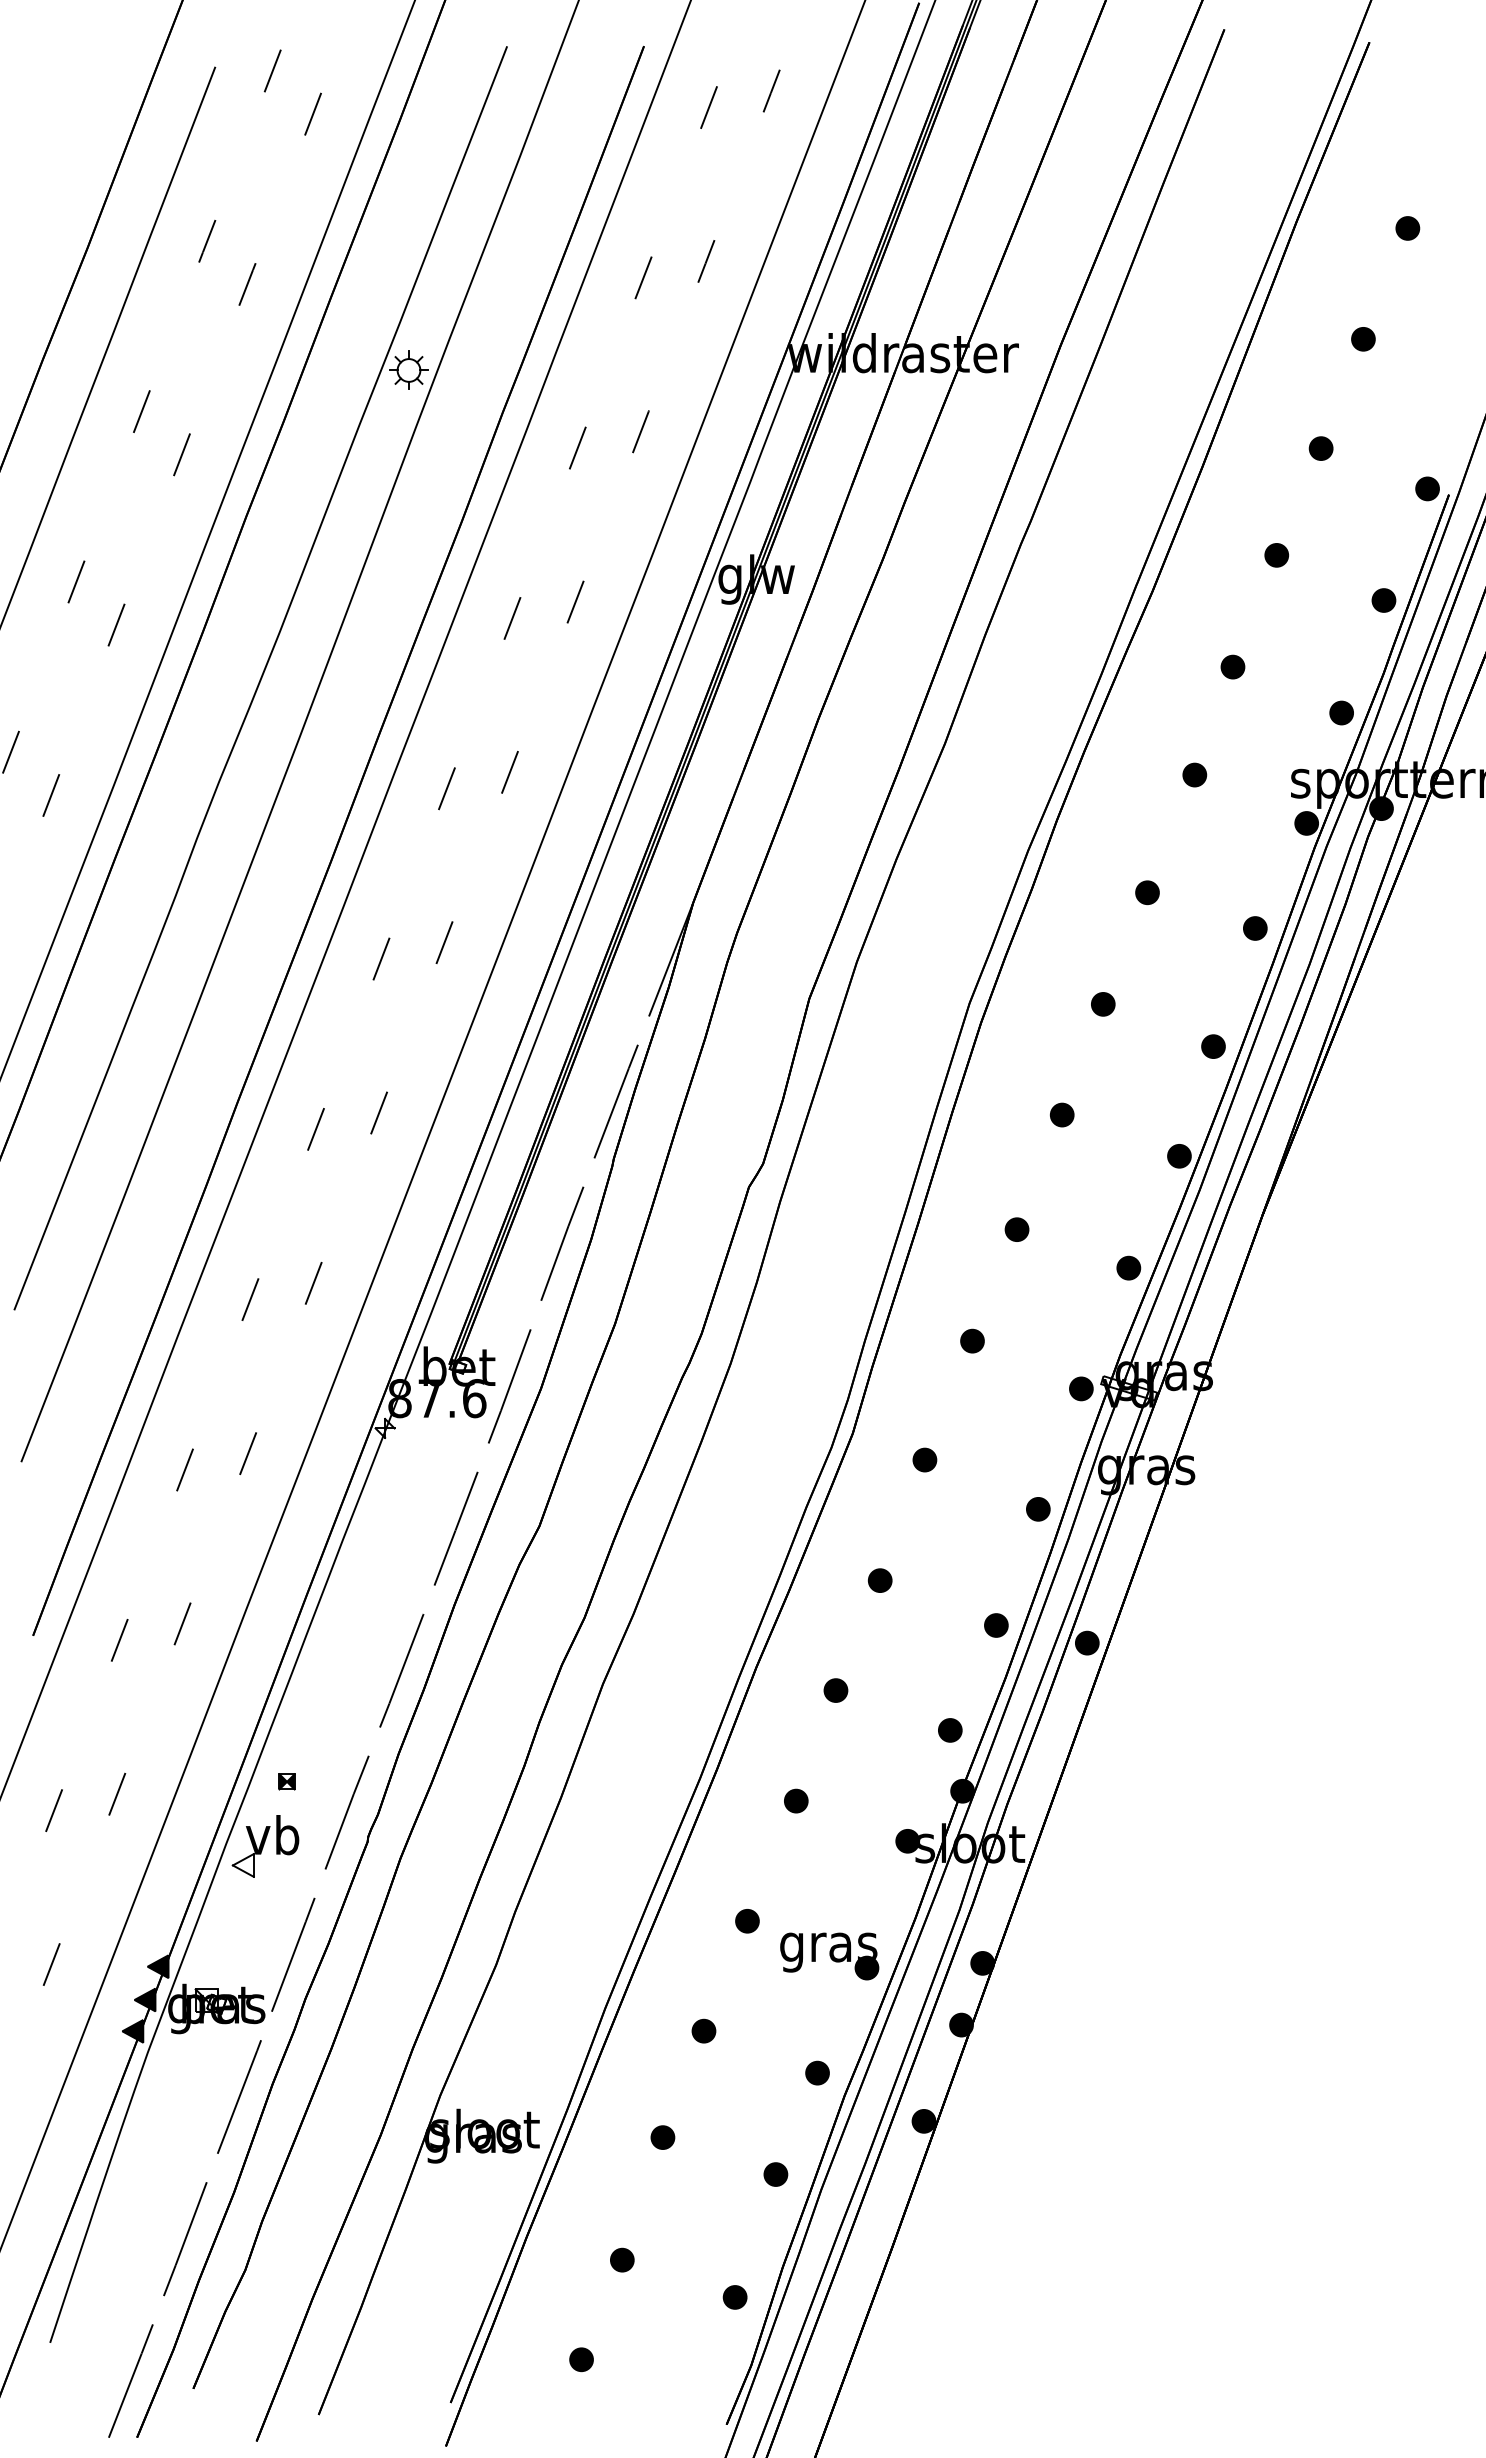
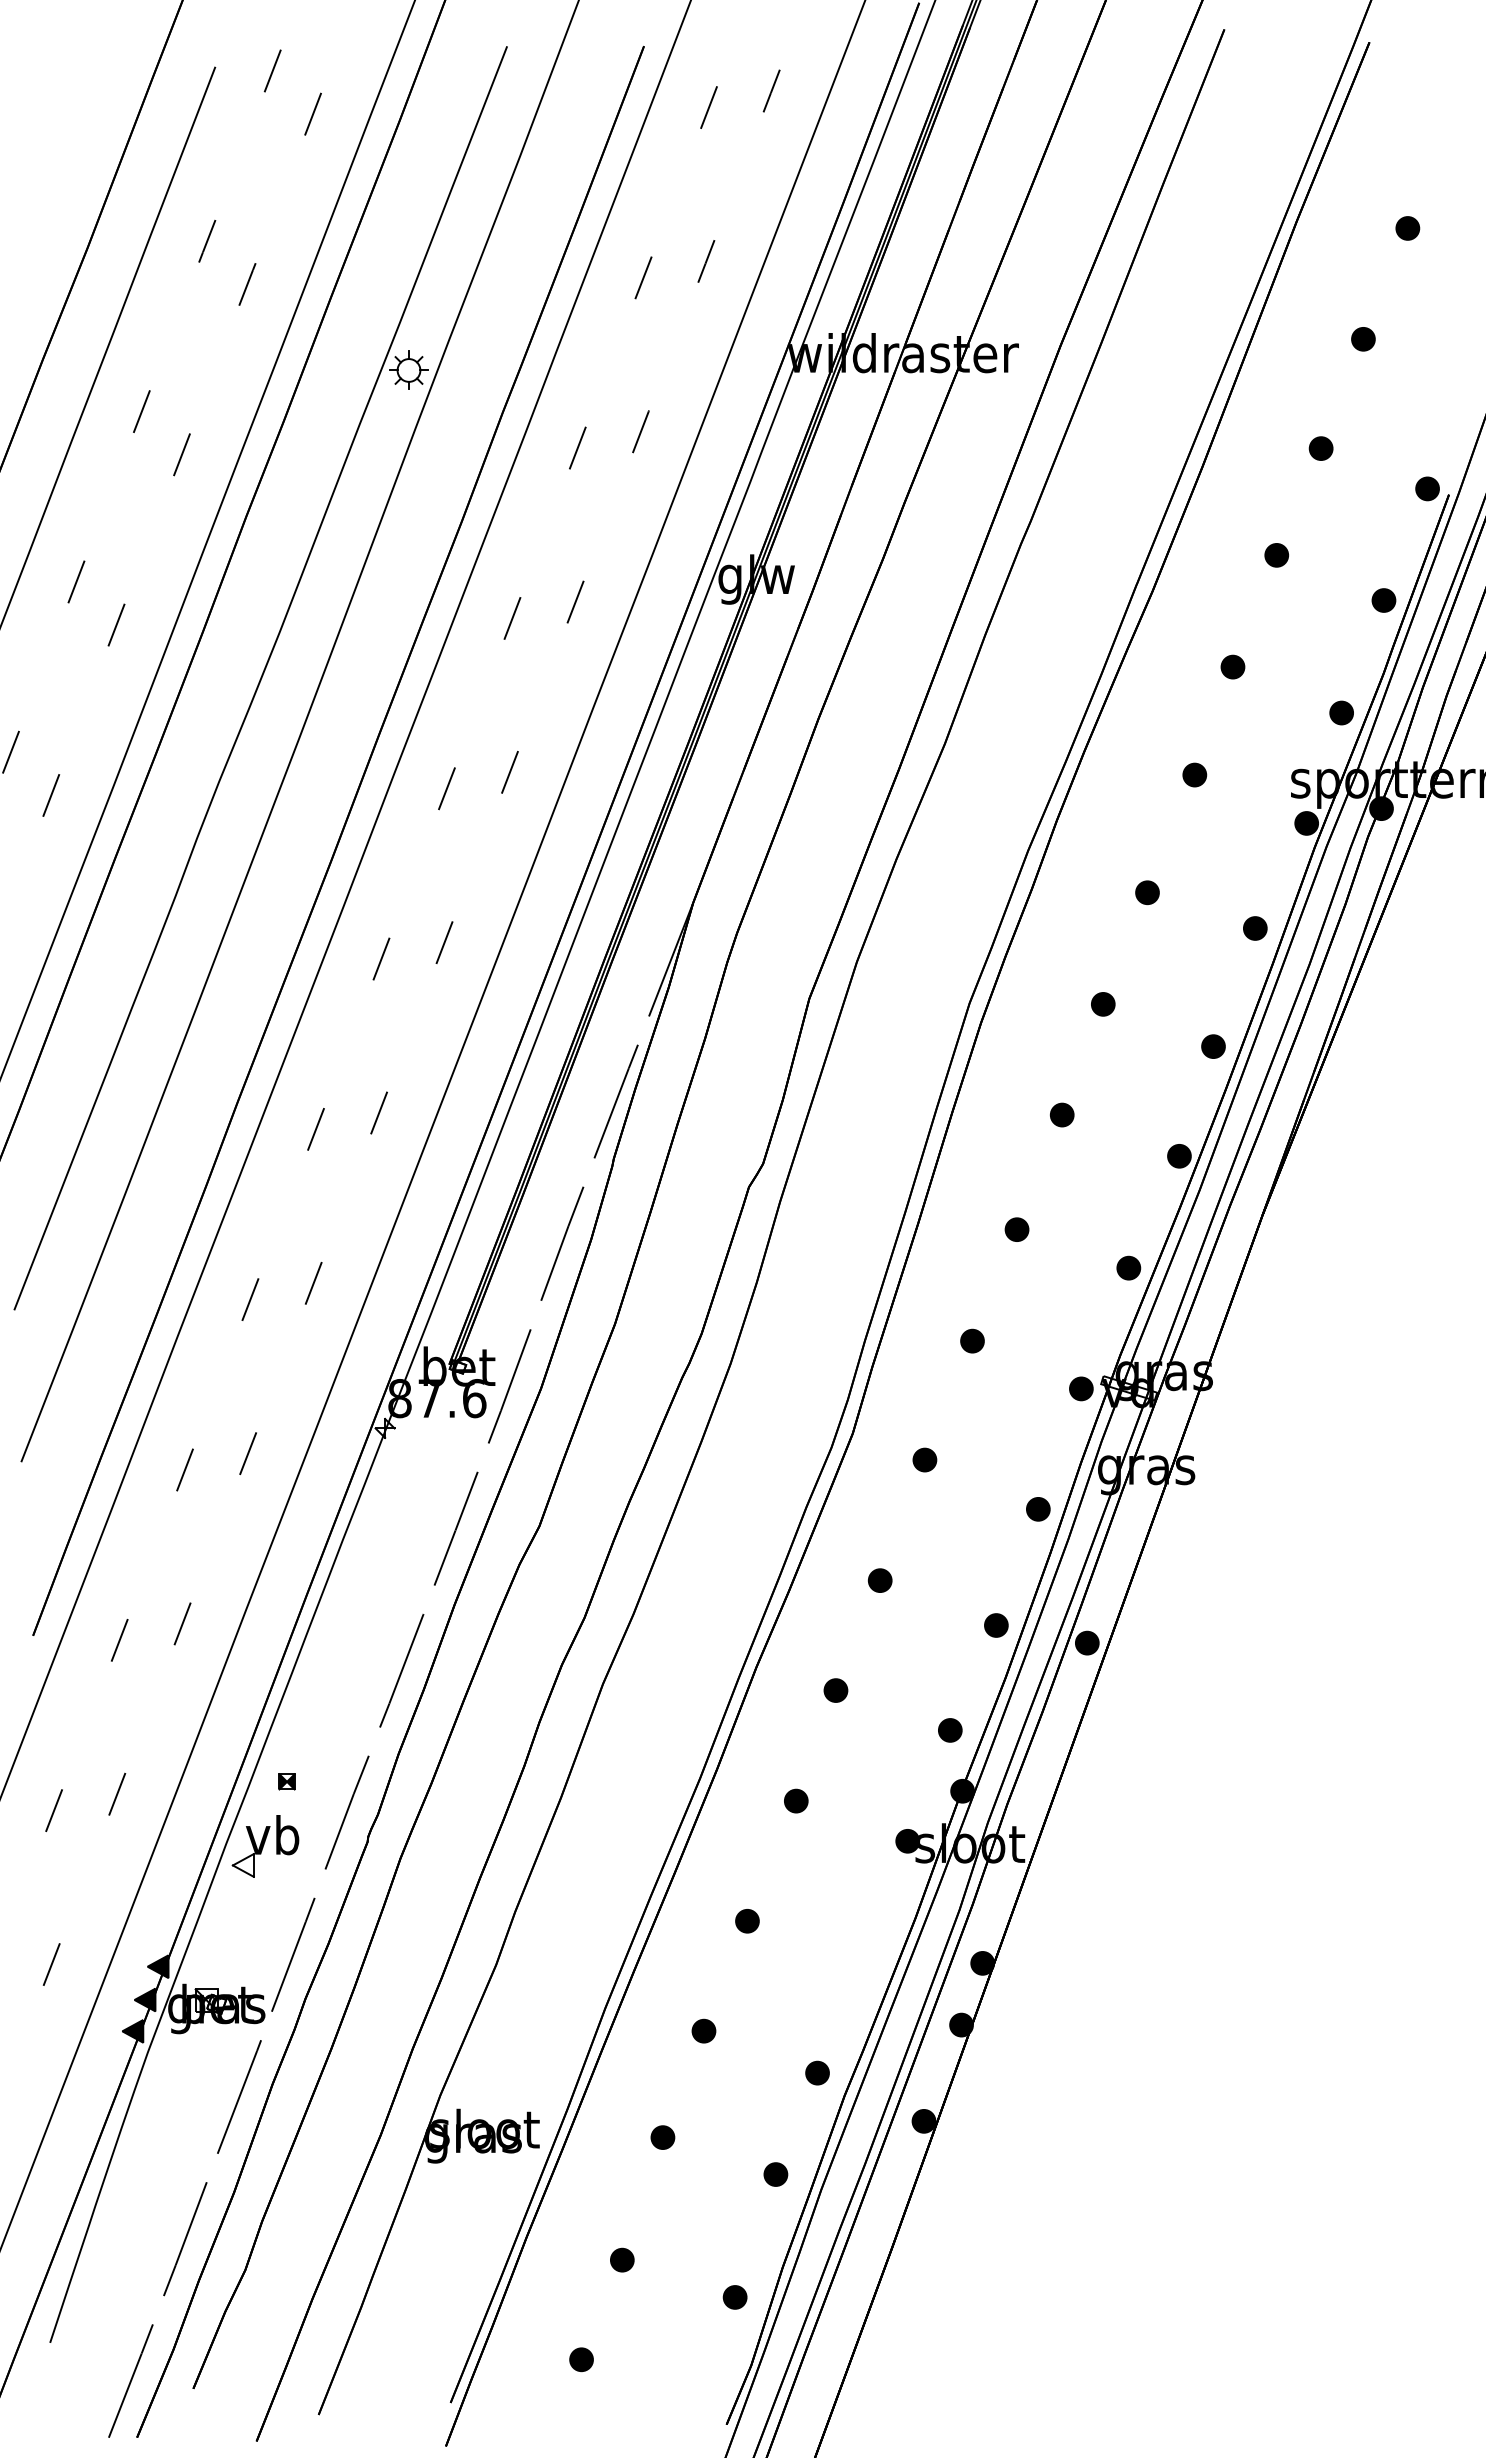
part at (829, 1956): present -> none
